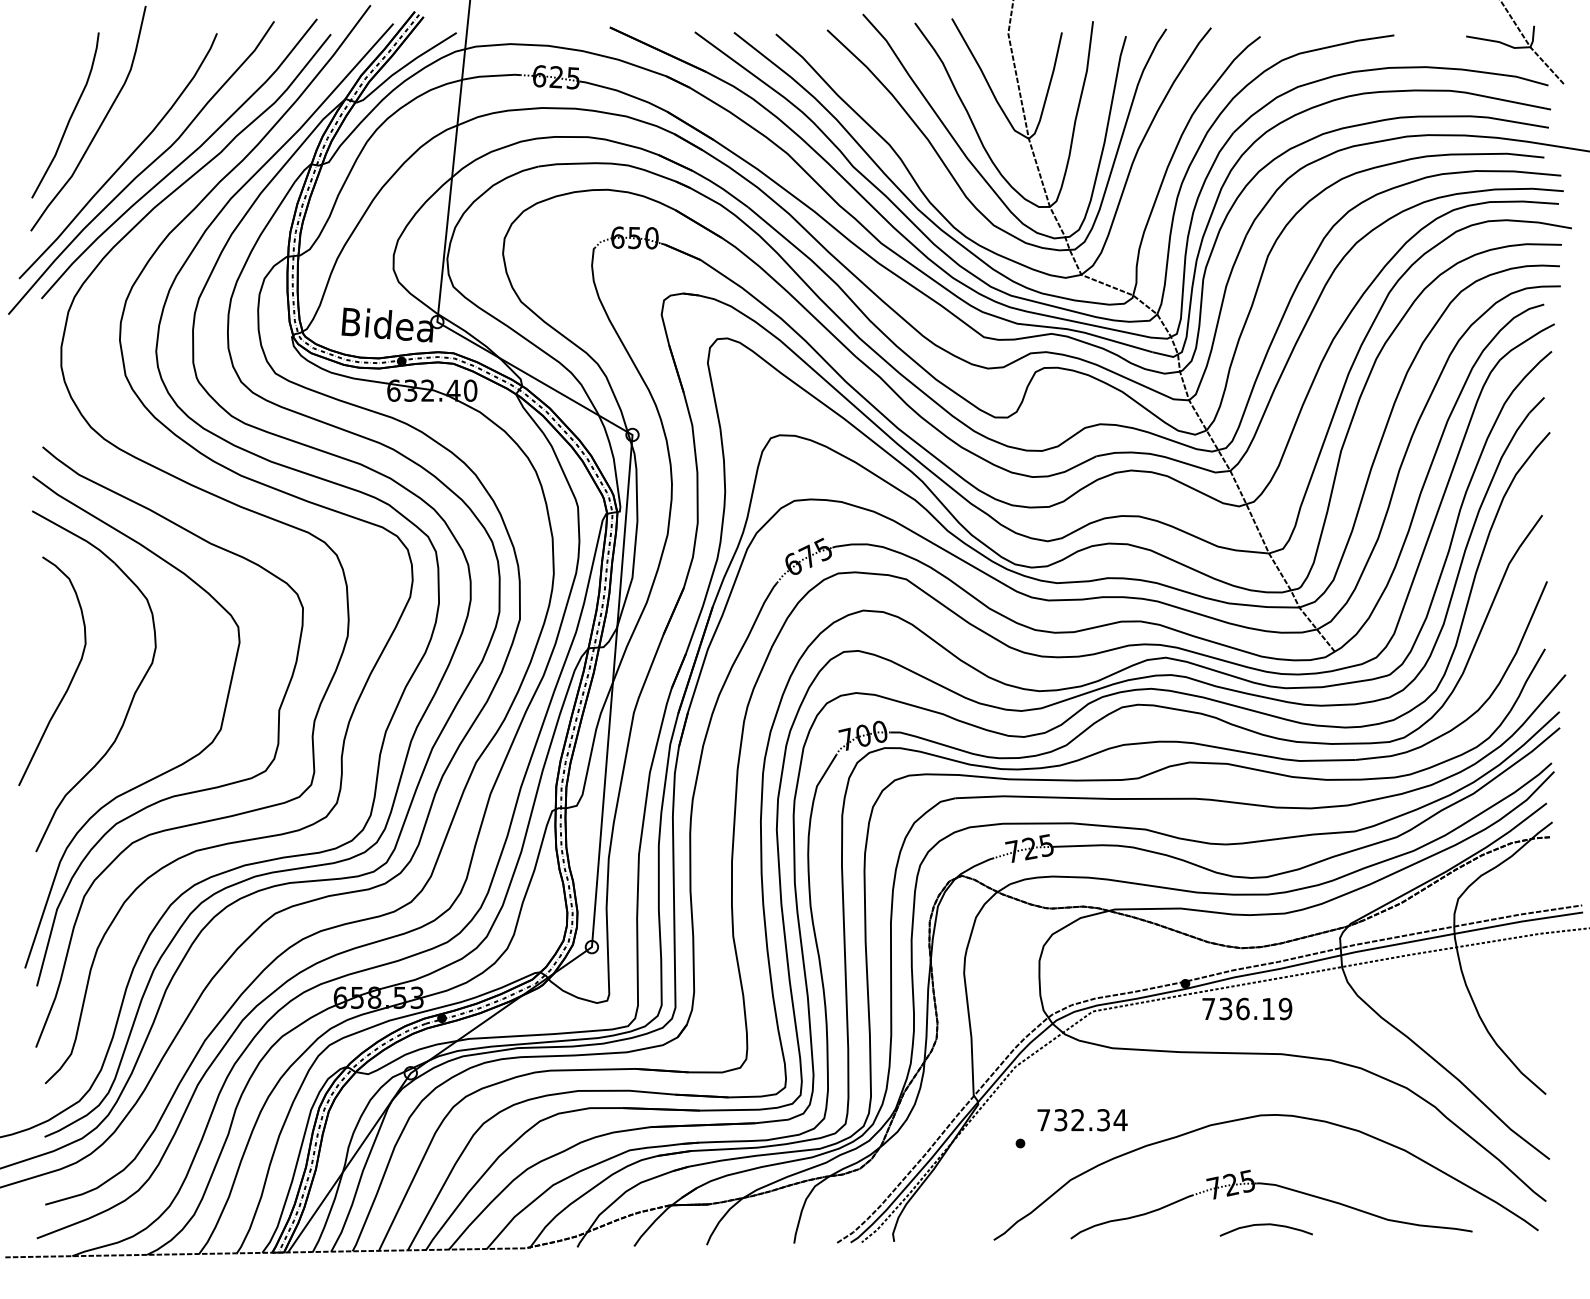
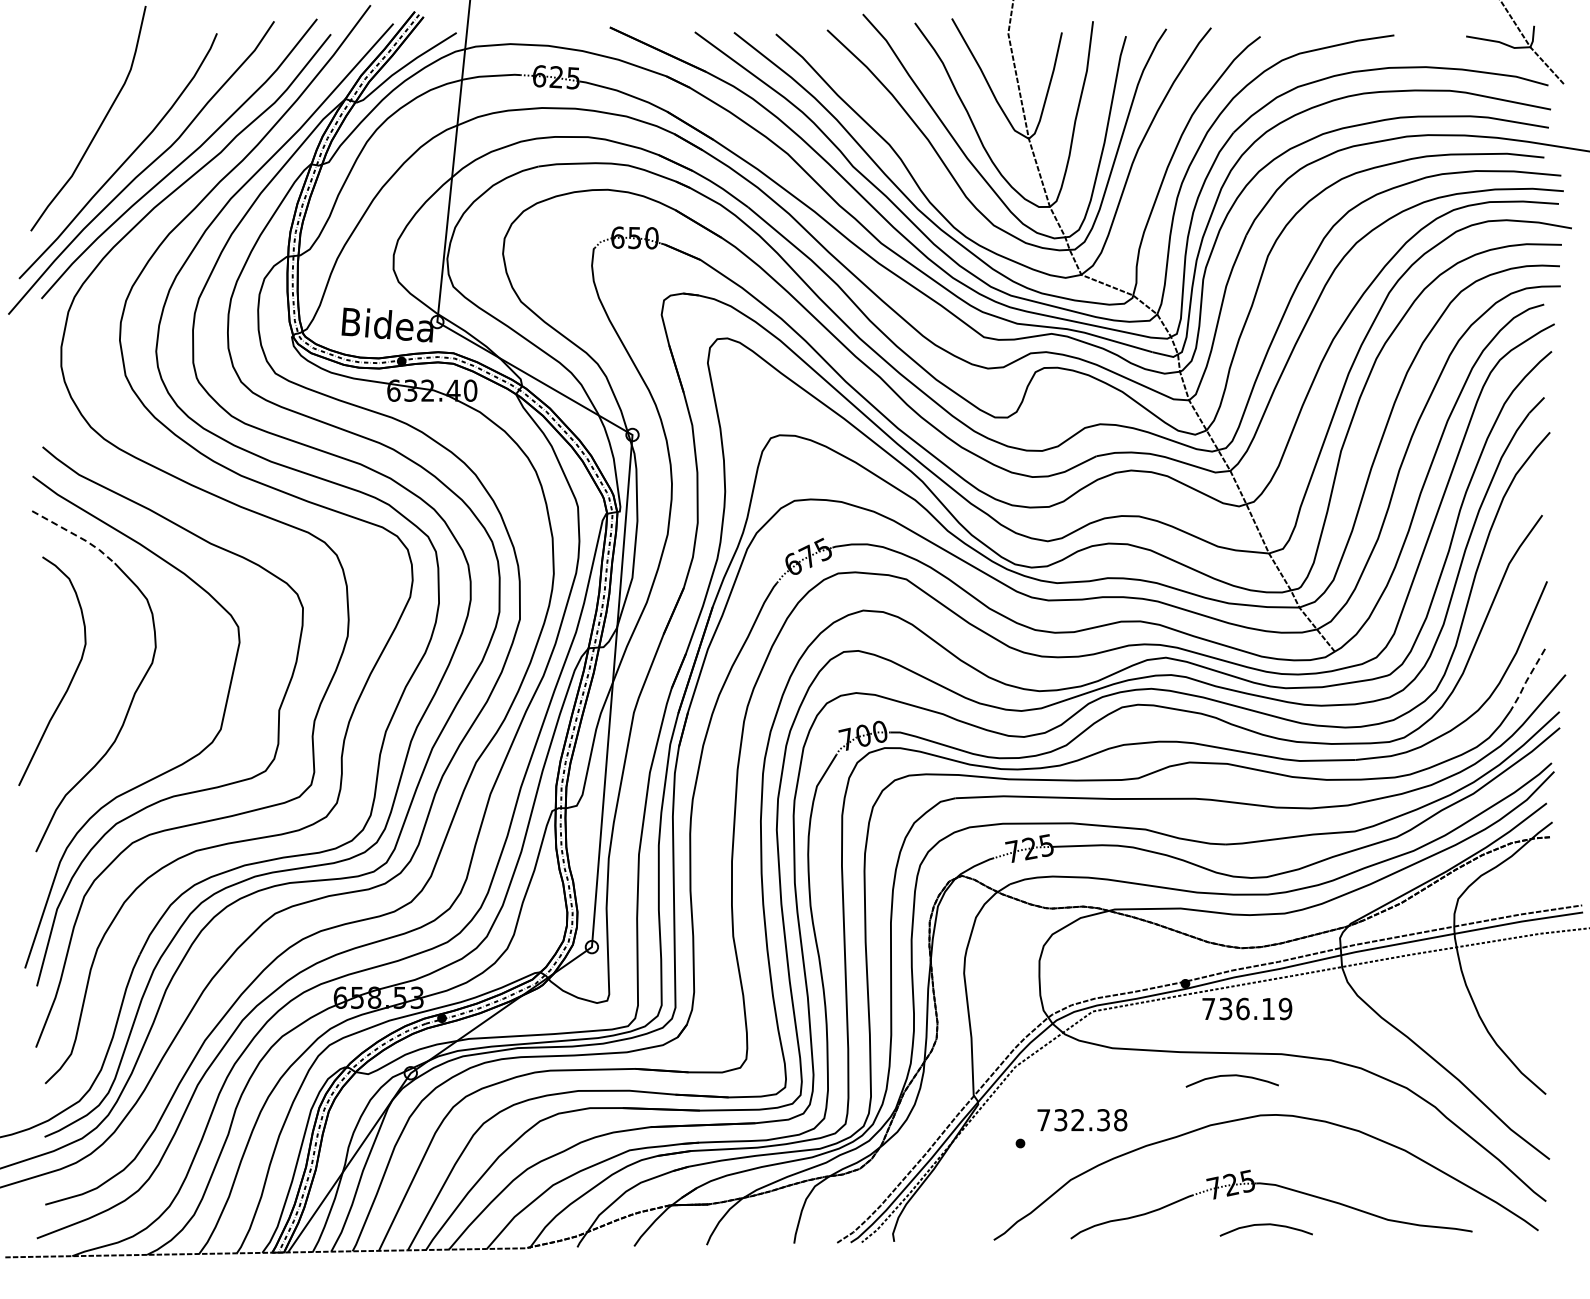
curve at (69, 117): present -> none
line at (76, 535): solid -> dashed
line at (1526, 681): solid -> dashed
curve at (1231, 1076): none -> present
text at (1120, 1120): 732.34 -> 732.38
